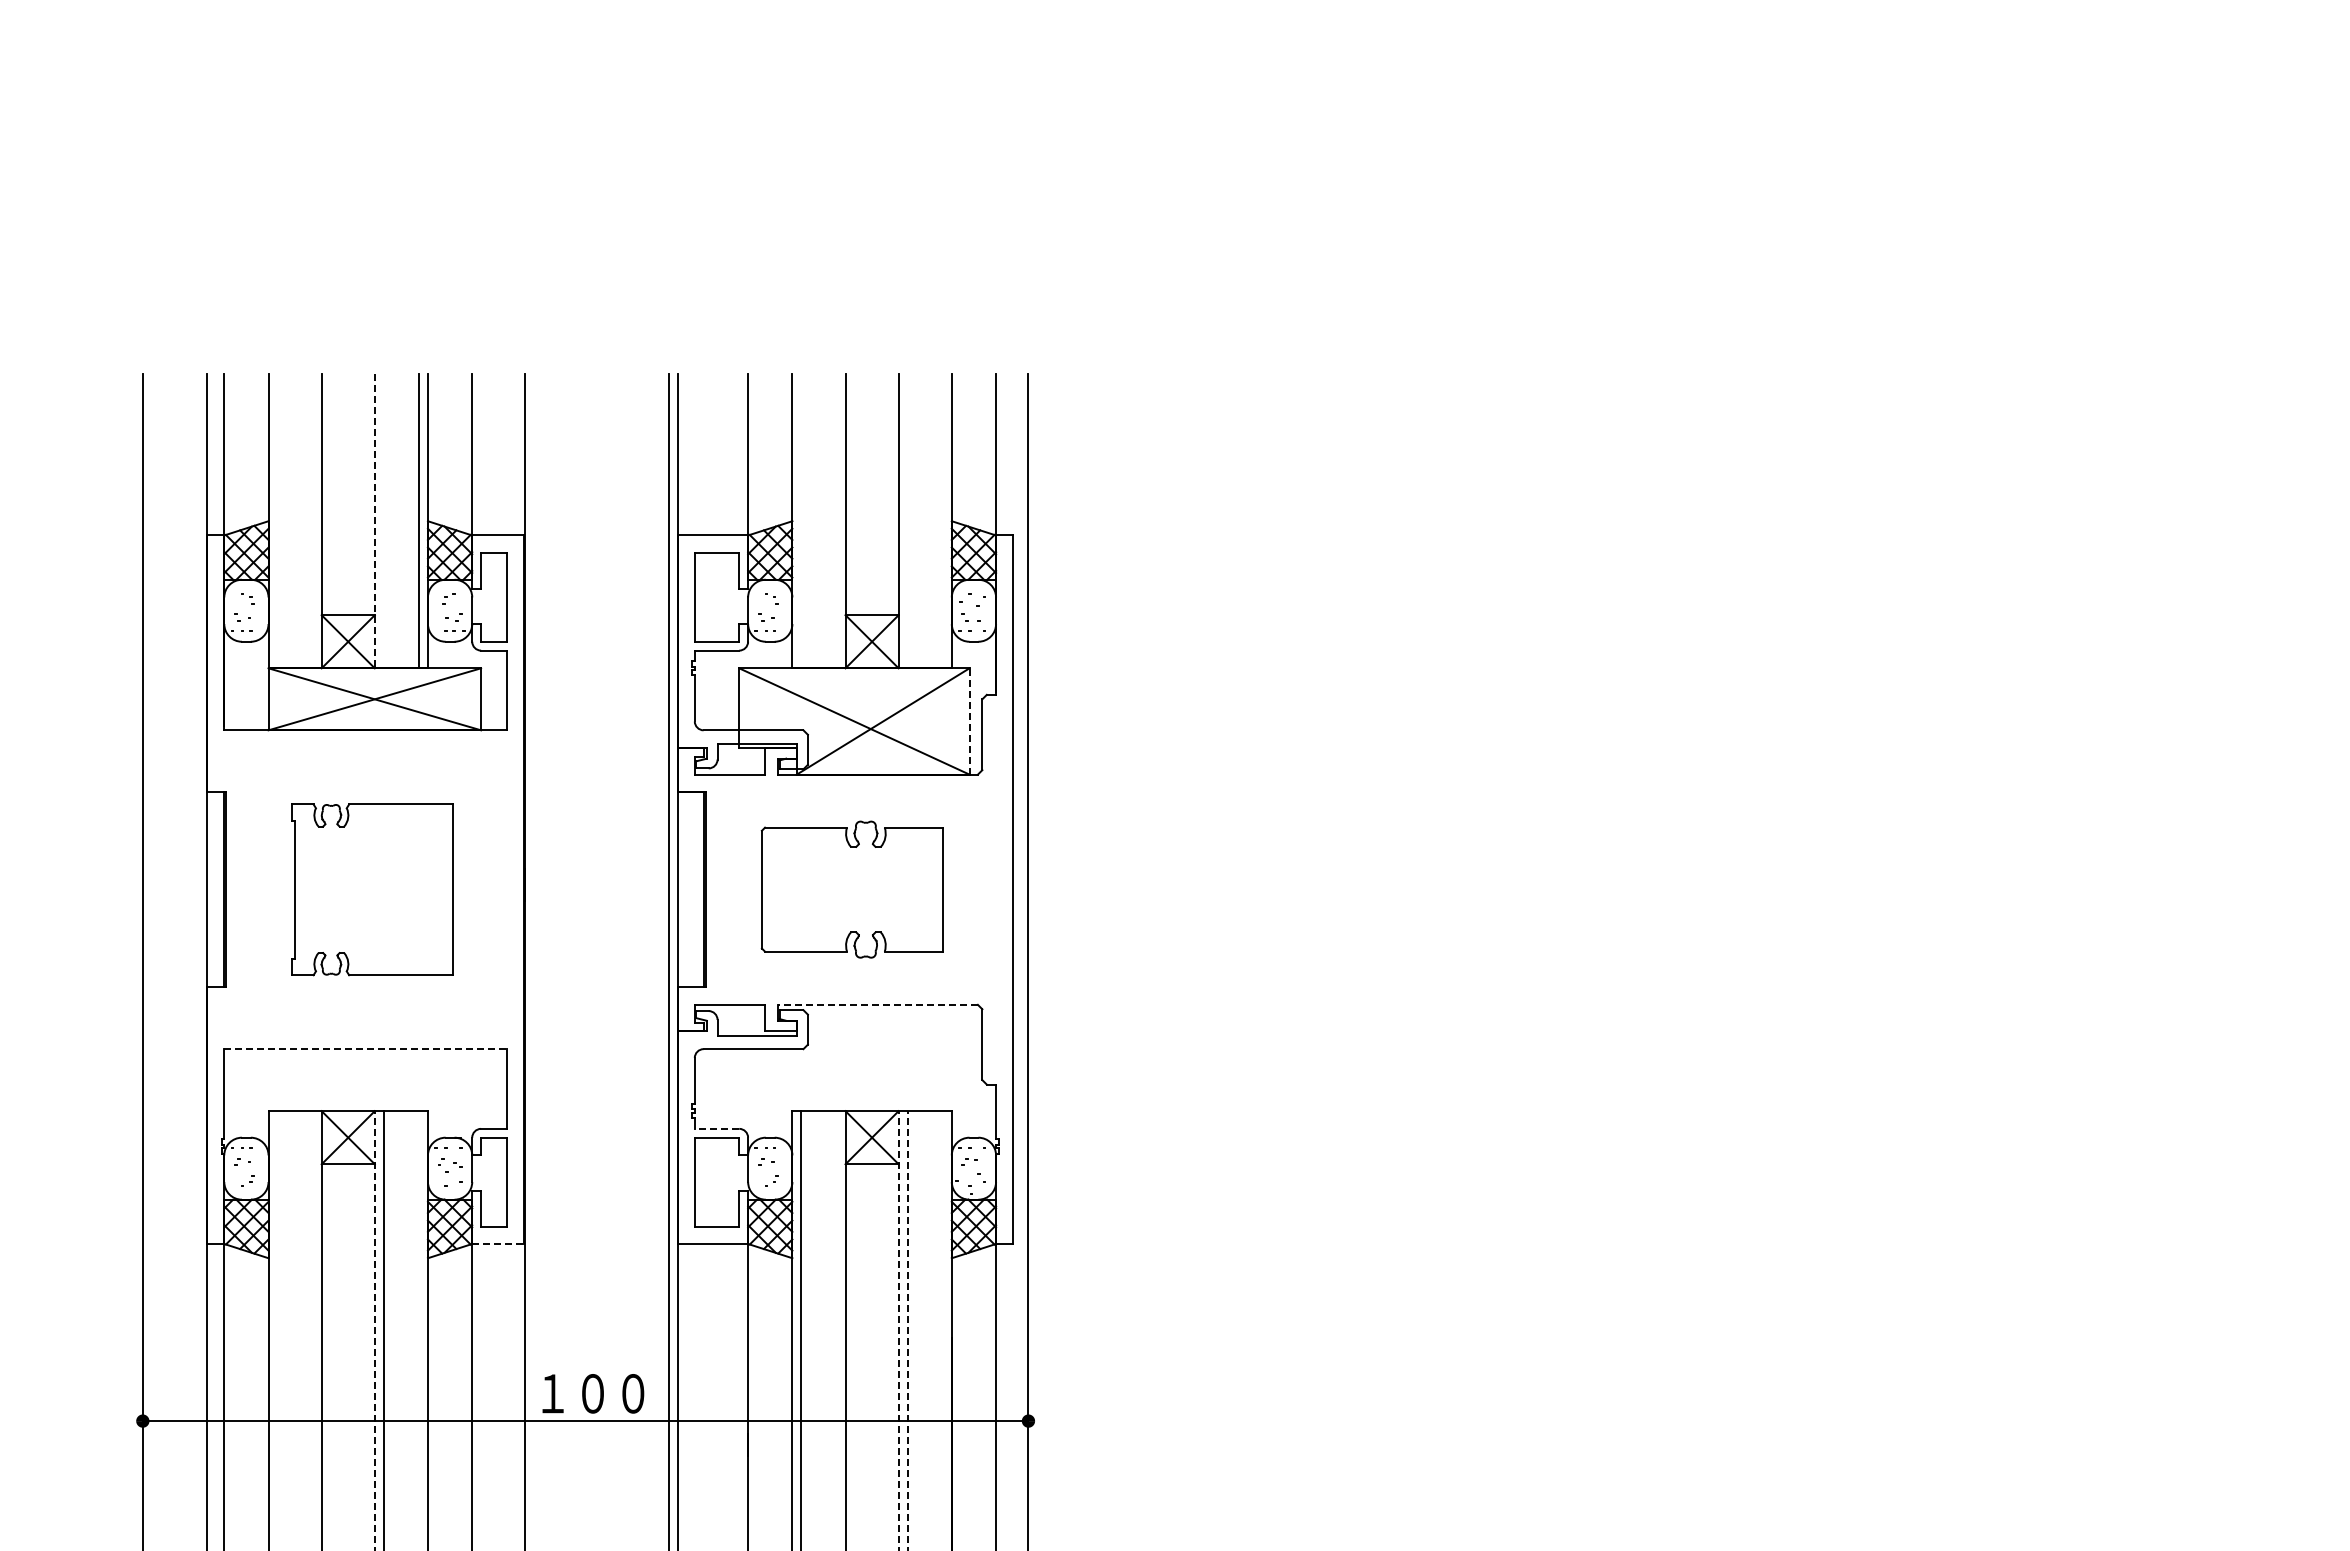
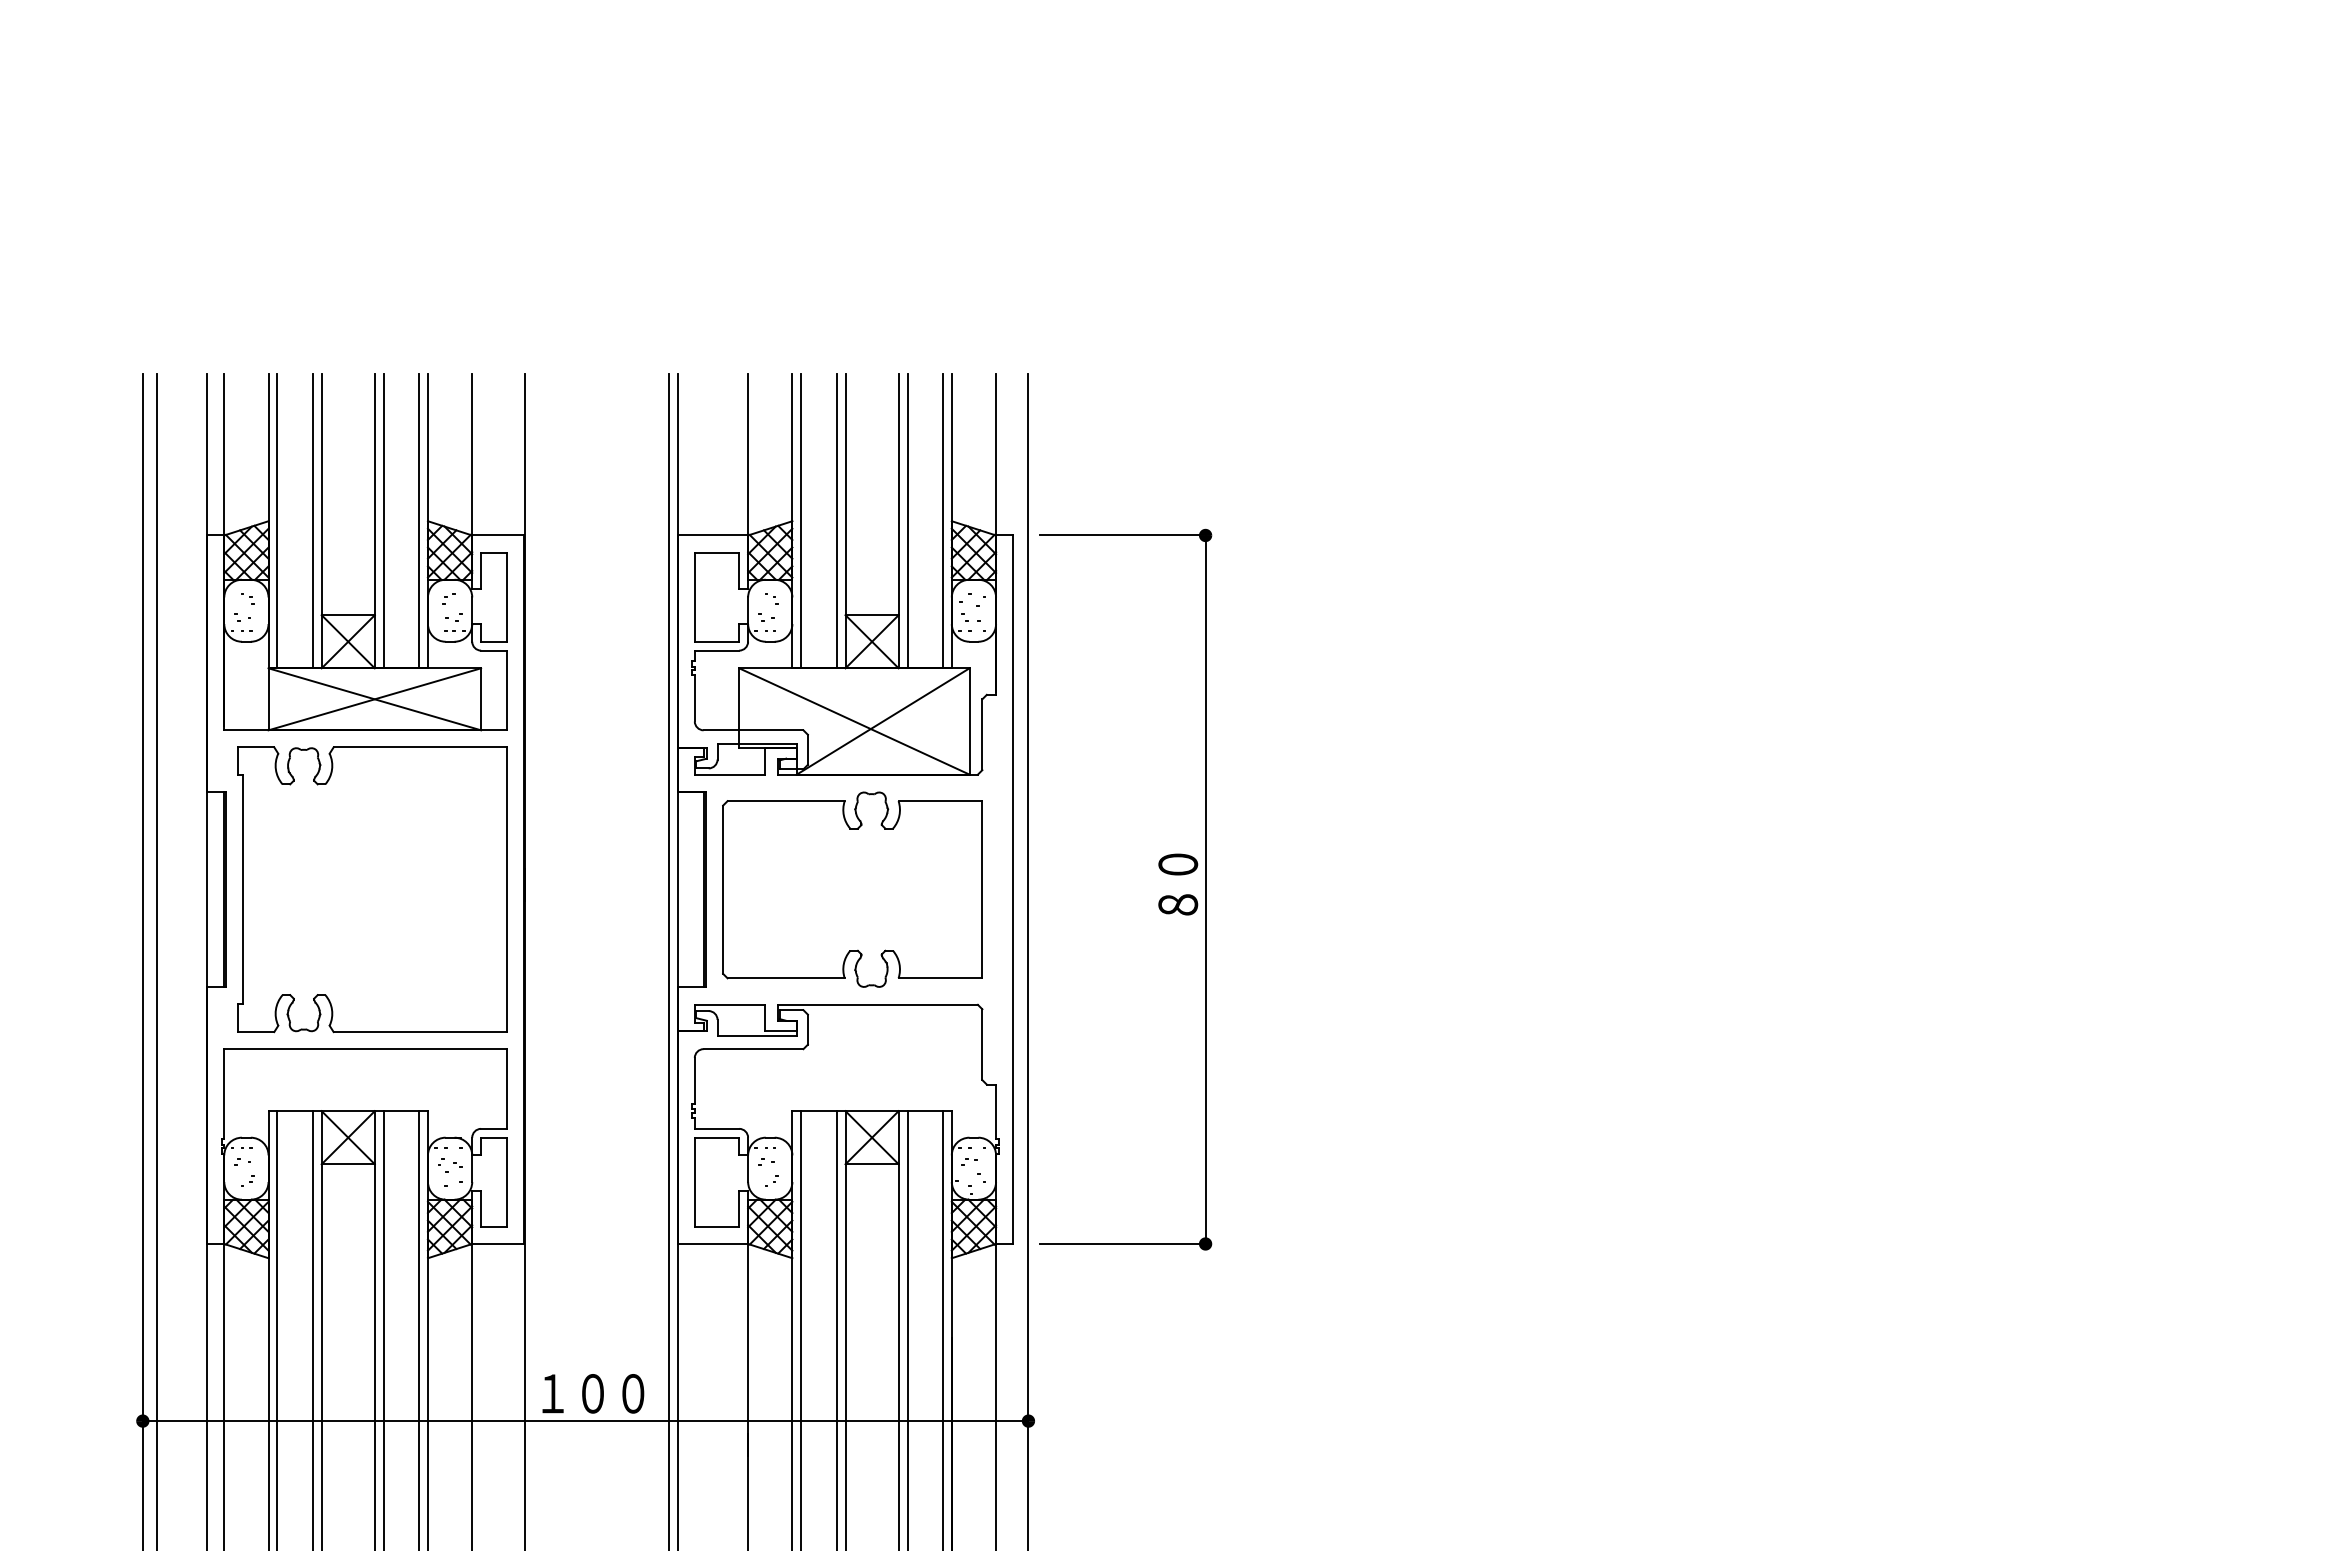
line at (277, 520): none -> present
line at (312, 520): none -> present
line at (383, 520): none -> present
line at (801, 520): none -> present
line at (836, 520): none -> present
line at (907, 520): none -> present
line at (942, 520): none -> present
line at (374, 521): dashed -> solid
line at (969, 720): dashed -> solid
part at (372, 889) size: 163x174 px -> 271x288 px
part at (851, 889) size: 184x139 px -> 261x197 px
part at (1158, 901): none -> present
line at (157, 960): none -> present
line at (877, 1004): dashed -> solid
line at (365, 1049): dashed -> solid
line at (716, 1128): dashed -> solid
line at (497, 1243): dashed -> solid
line at (277, 1329): none -> present
line at (312, 1329): none -> present
line at (419, 1329): none -> present
line at (836, 1329): none -> present
line at (942, 1329): none -> present
line at (374, 1331): dashed -> solid
line at (898, 1331): dashed -> solid
line at (907, 1331): dashed -> solid
